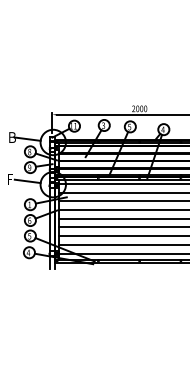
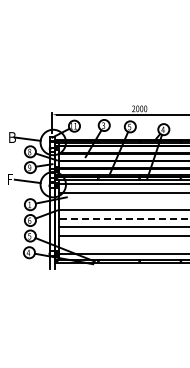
line at (122, 201): present -> none
line at (124, 218): solid -> dashed
line at (122, 244): present -> none
